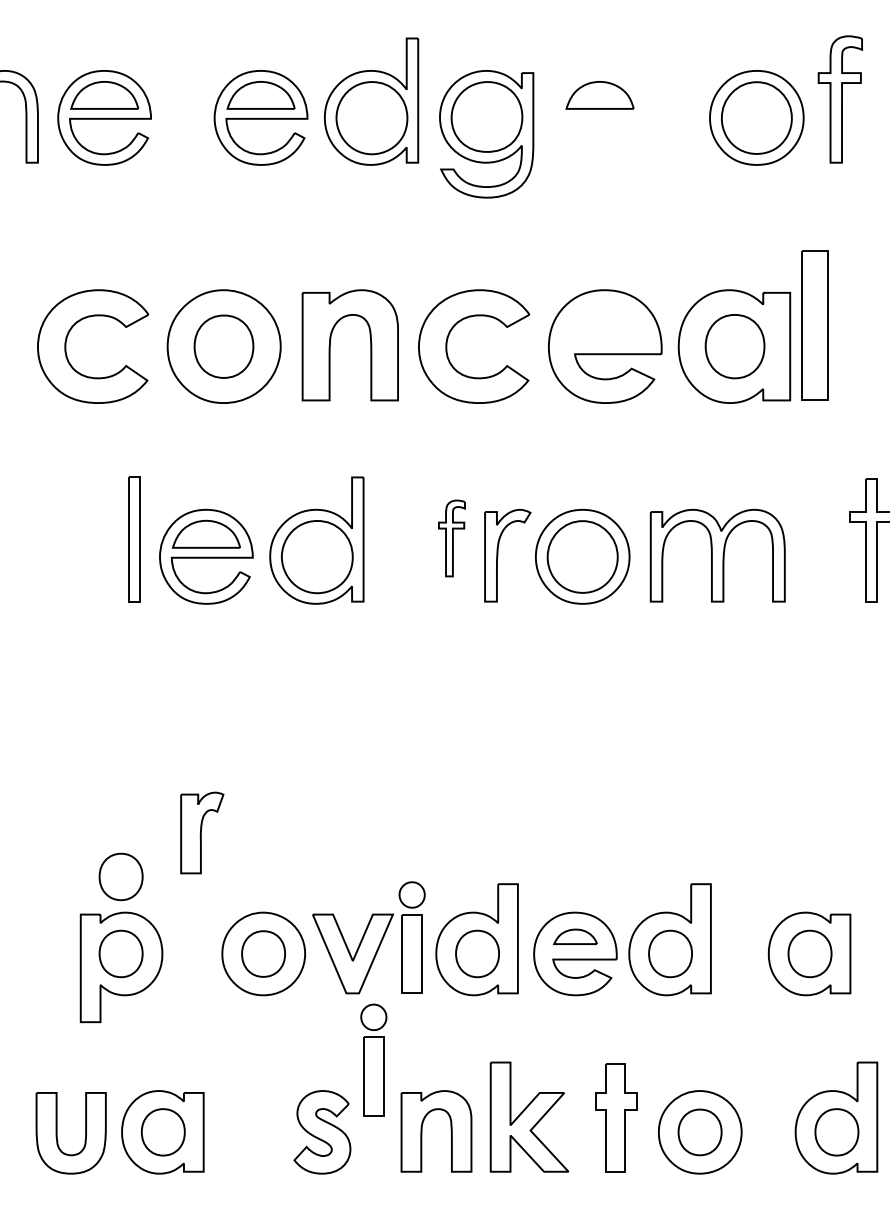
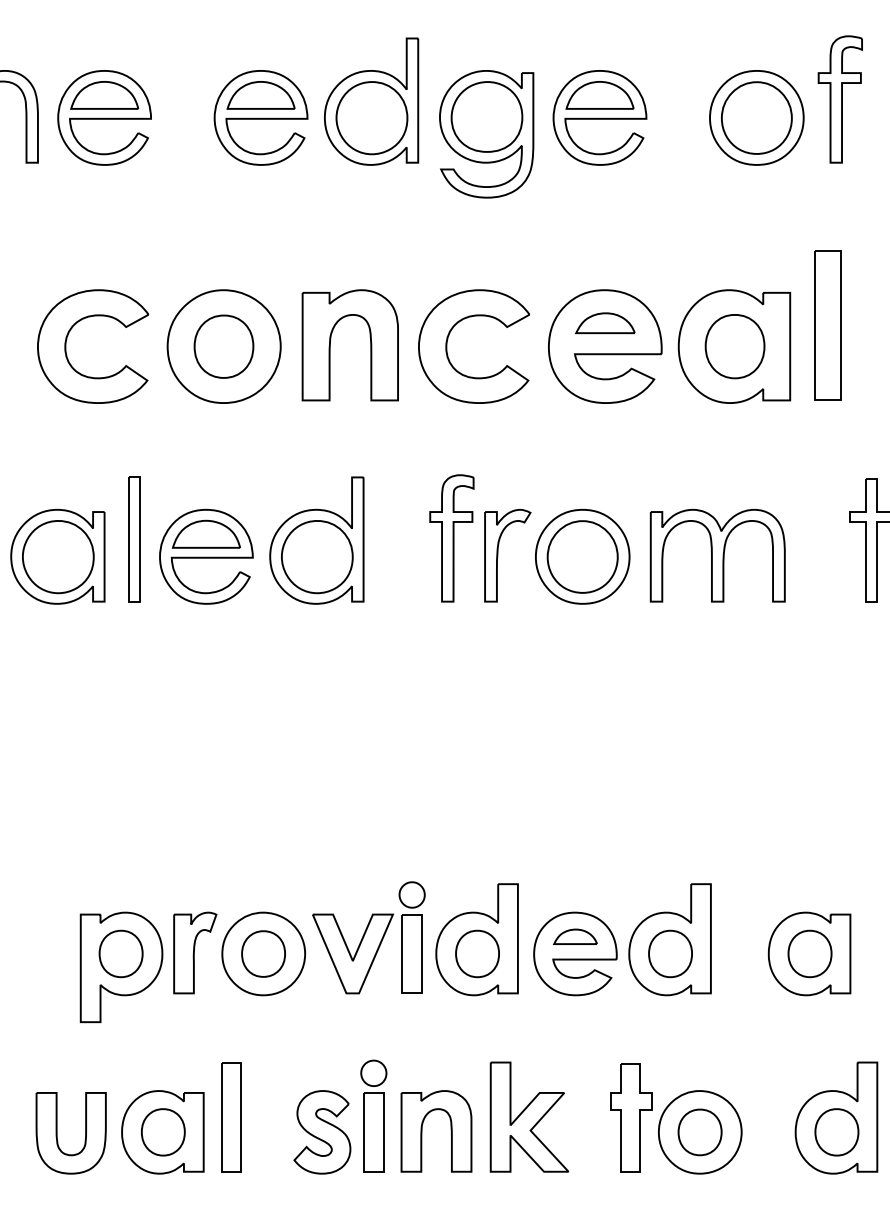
part at (599, 117): none -> present
part at (605, 323): none -> present
part at (814, 325) position: (814, 325) -> (827, 325)
part at (451, 538) size: 28x79 px -> 46x129 px
part at (57, 556): none -> present
part at (202, 832) position: (202, 832) -> (195, 952)
part at (120, 876): present -> none
part at (373, 1059) position: (373, 1059) -> (373, 1115)
part at (231, 1117): none -> present
part at (616, 1117) position: (616, 1117) -> (631, 1117)
